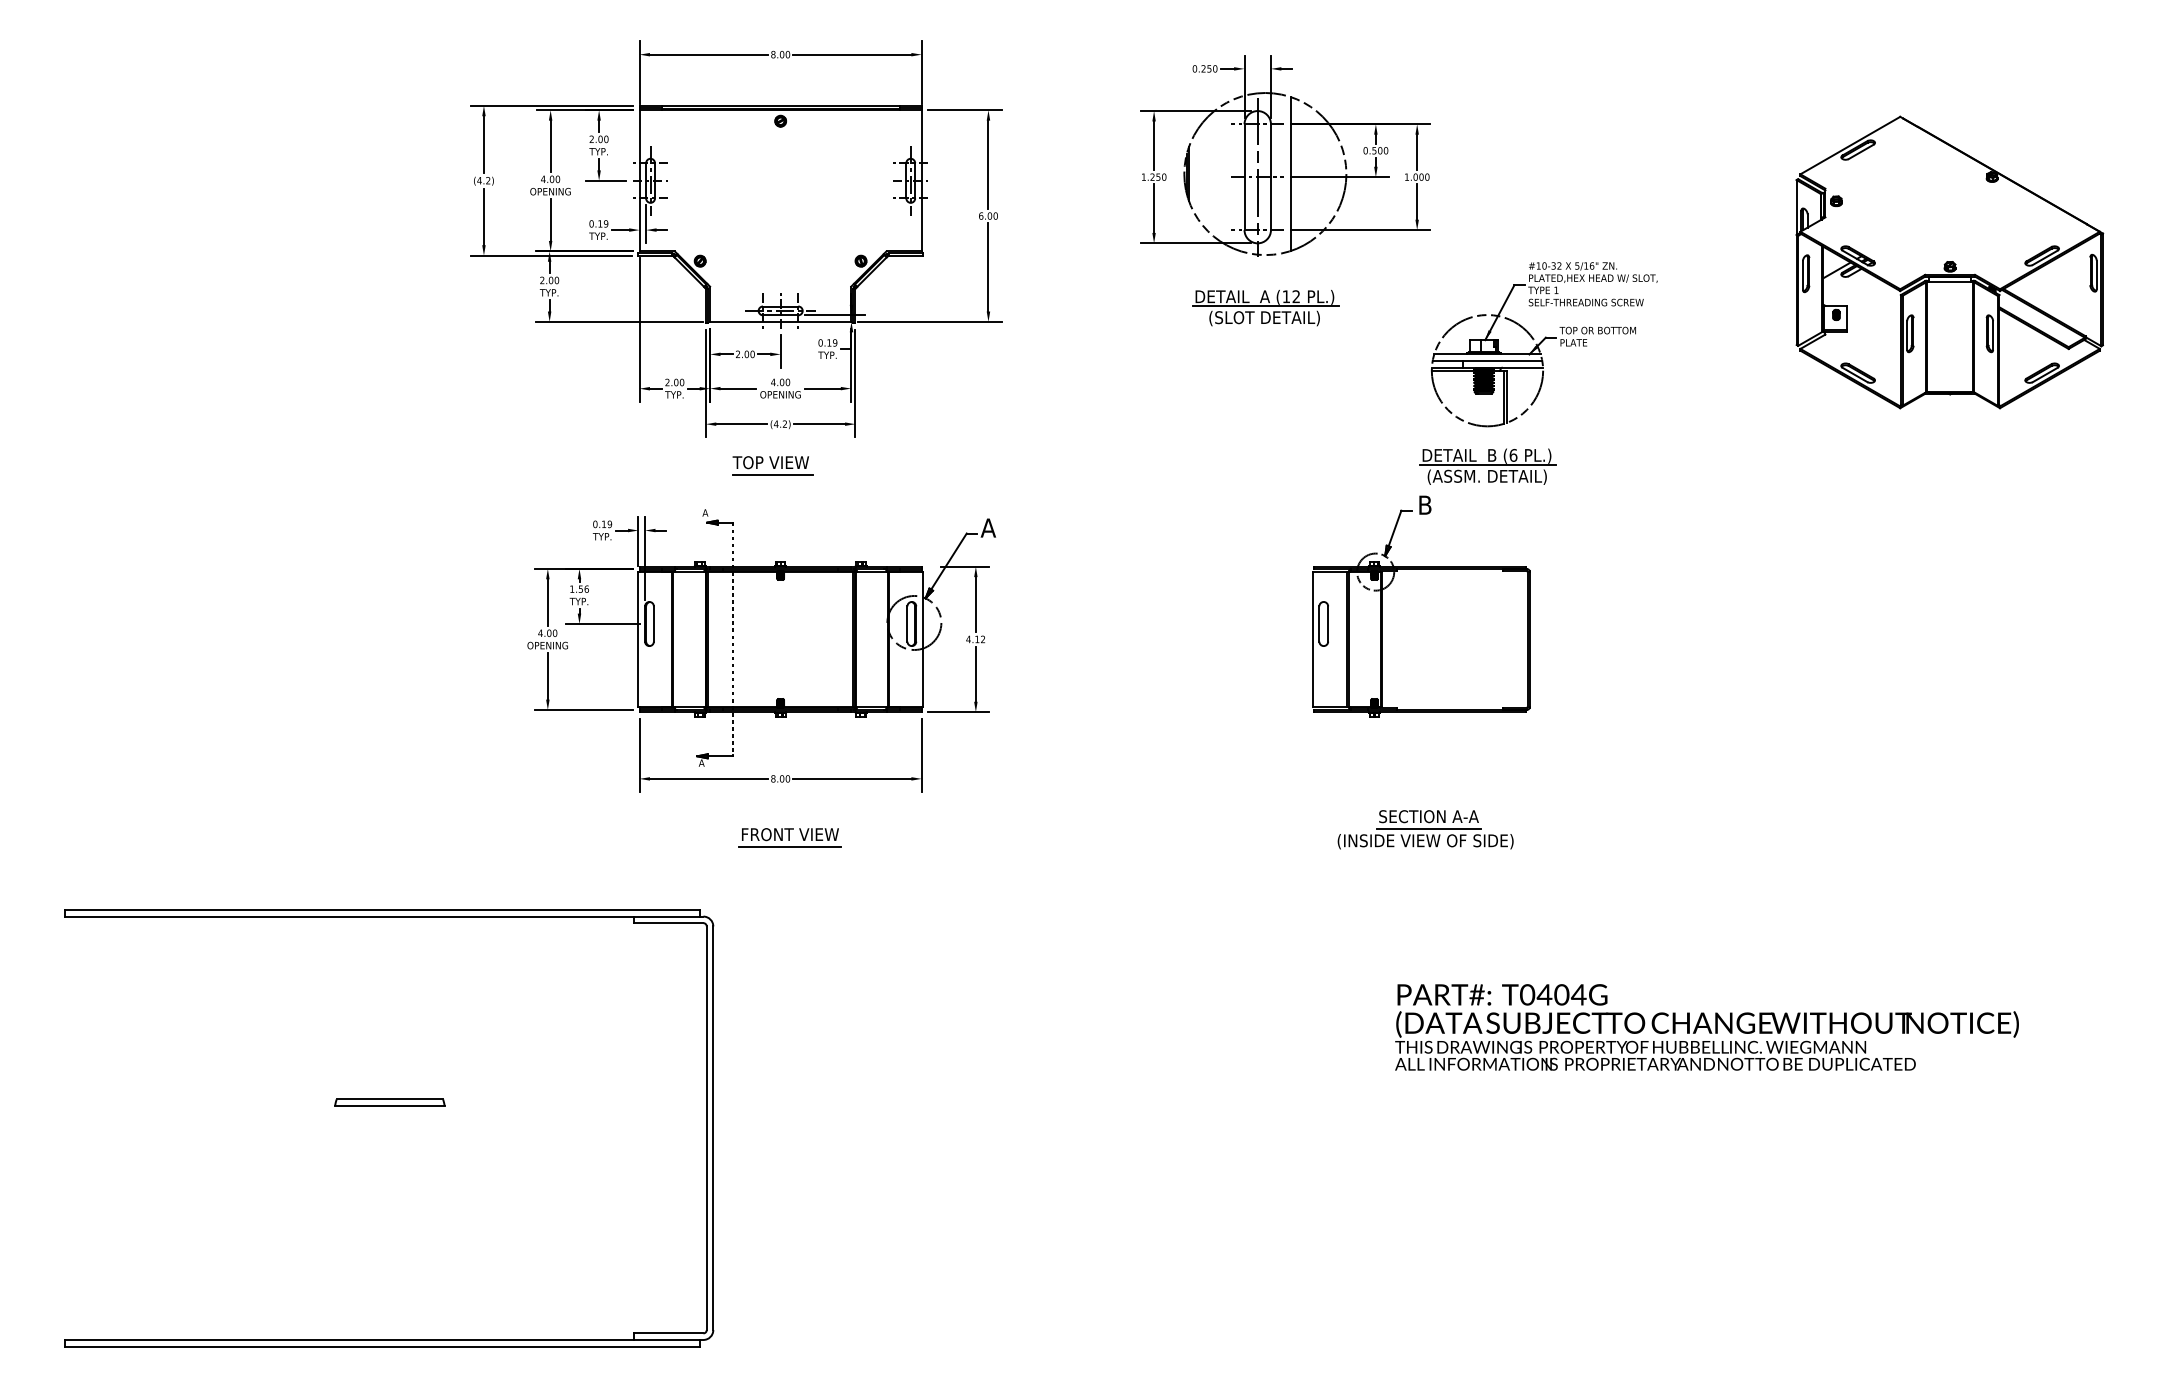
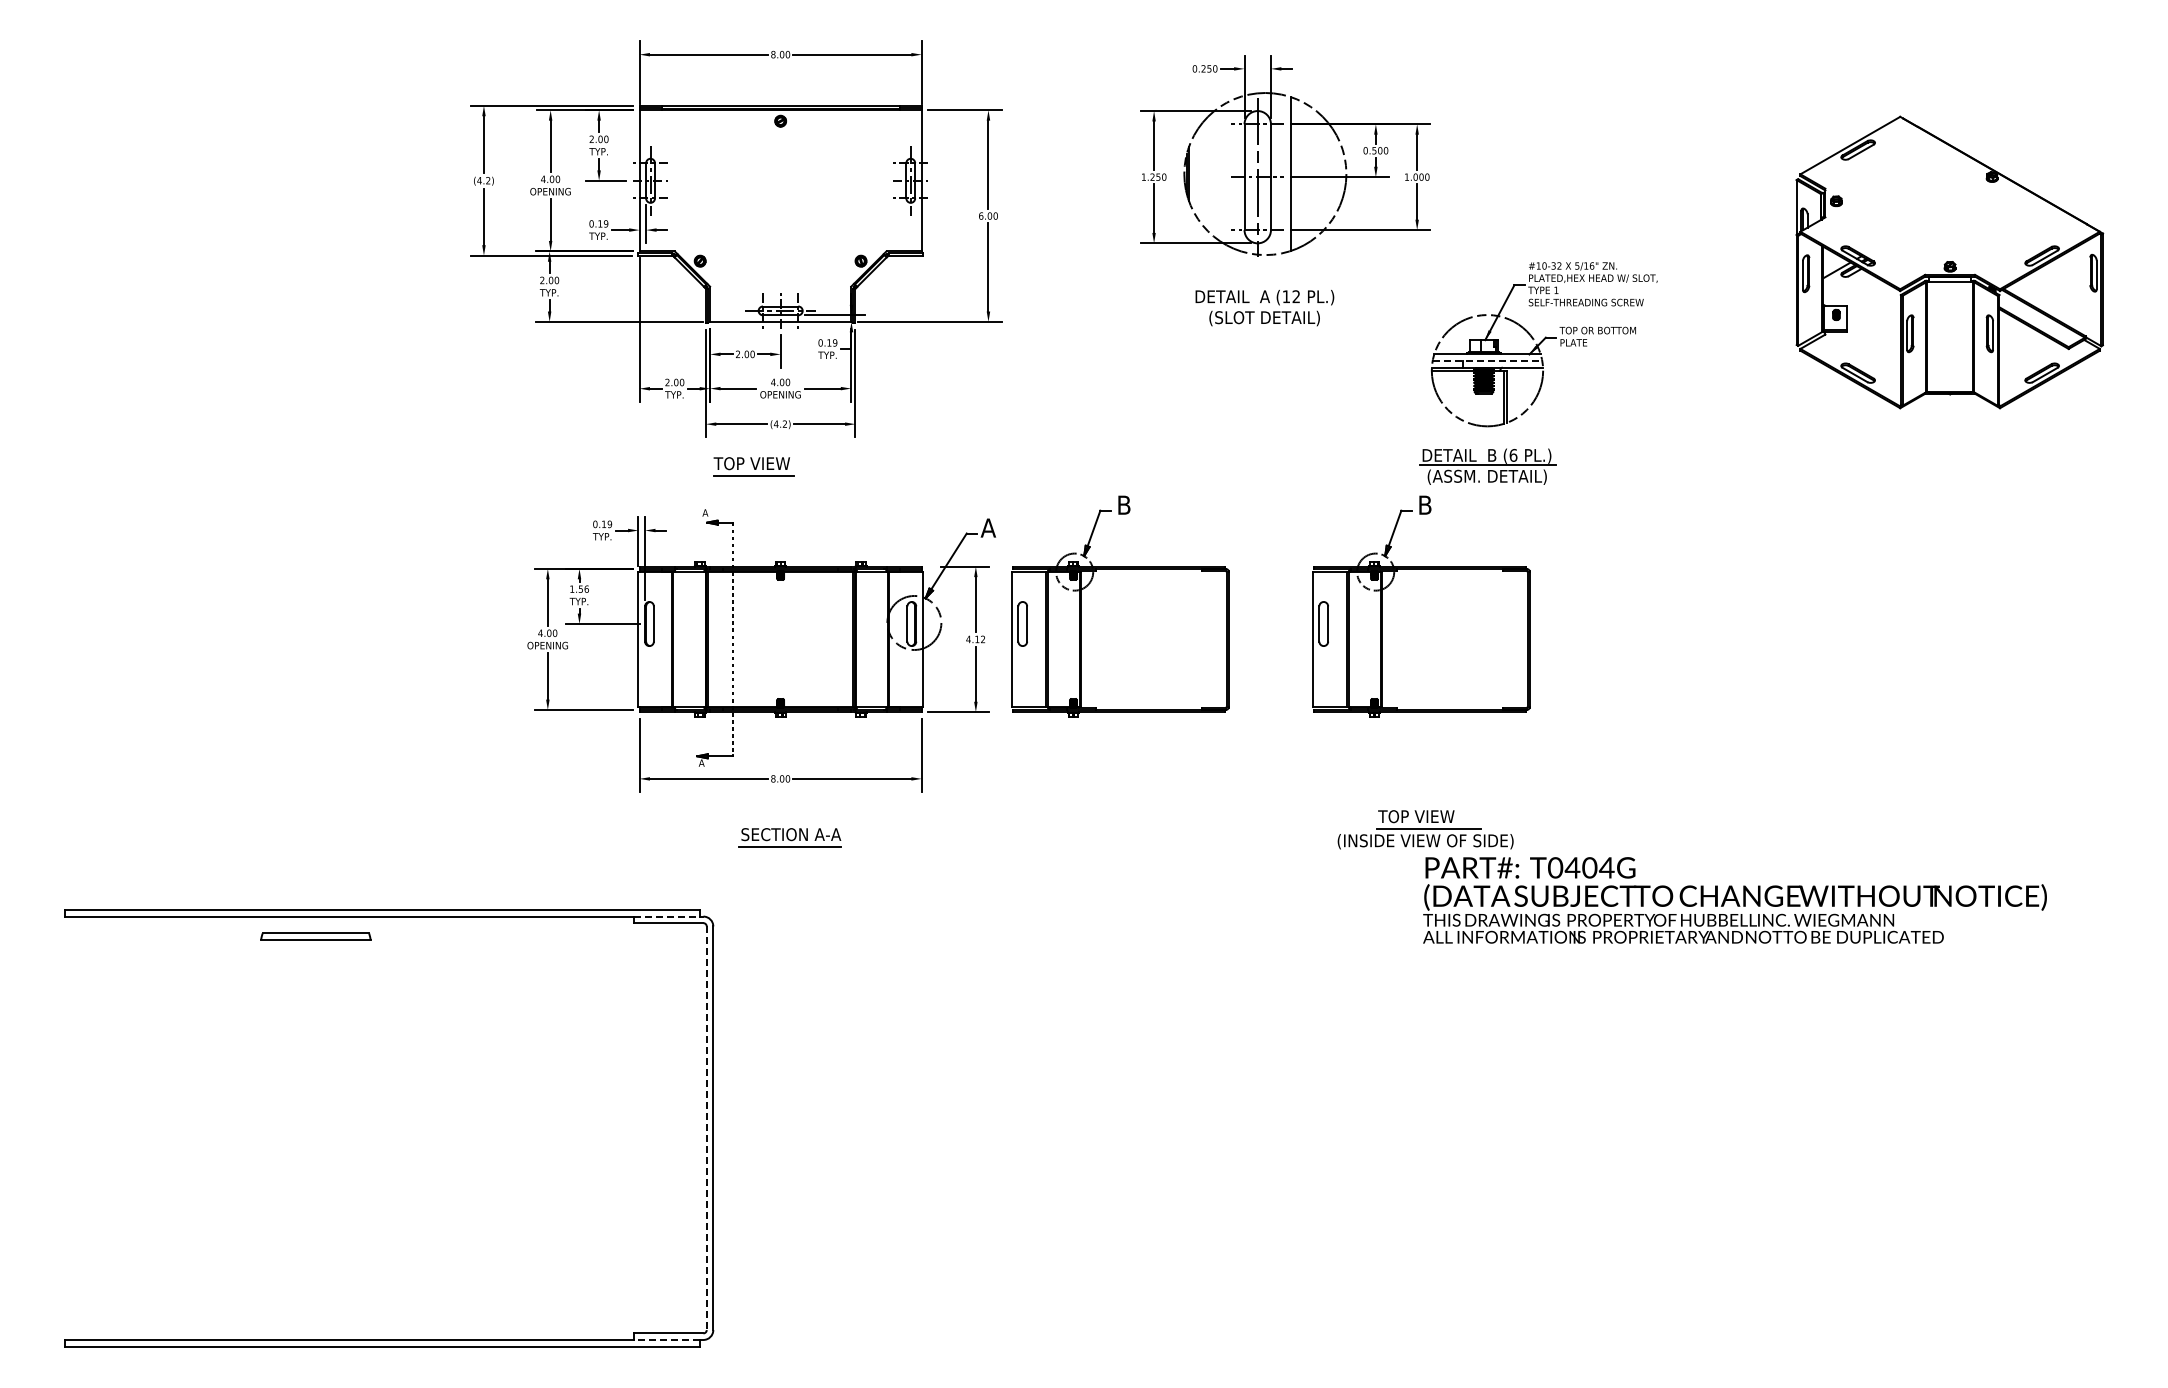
line at (1265, 306): present -> none
line at (1487, 361): solid -> dashed
part at (772, 465) position: (772, 465) -> (753, 466)
part at (1120, 606): none -> present
text at (1428, 816): SECTION A-A -> TOP VIEW
text at (791, 834): FRONT VIEW -> SECTION A-A
line at (667, 916): solid -> dashed
text at (1706, 1027) position: (1706, 1027) -> (1734, 900)
part at (389, 1102) position: (389, 1102) -> (315, 936)
line at (706, 1128): solid -> dashed
line at (666, 1339): solid -> dashed
